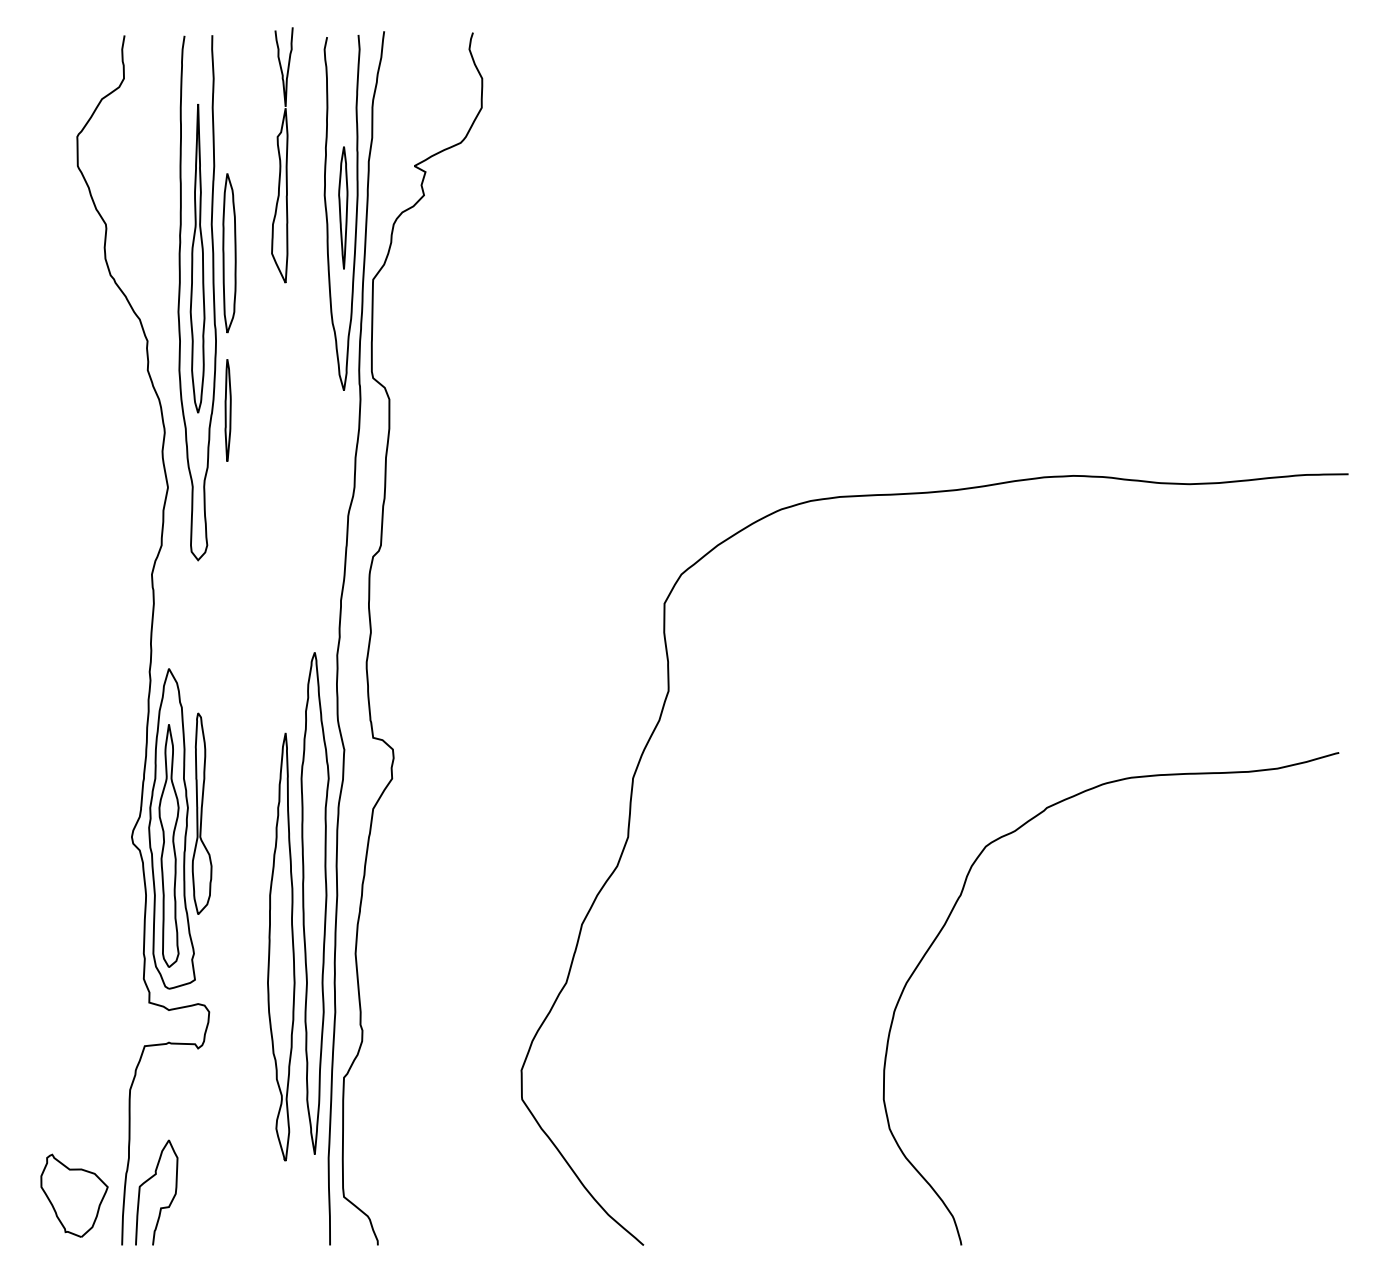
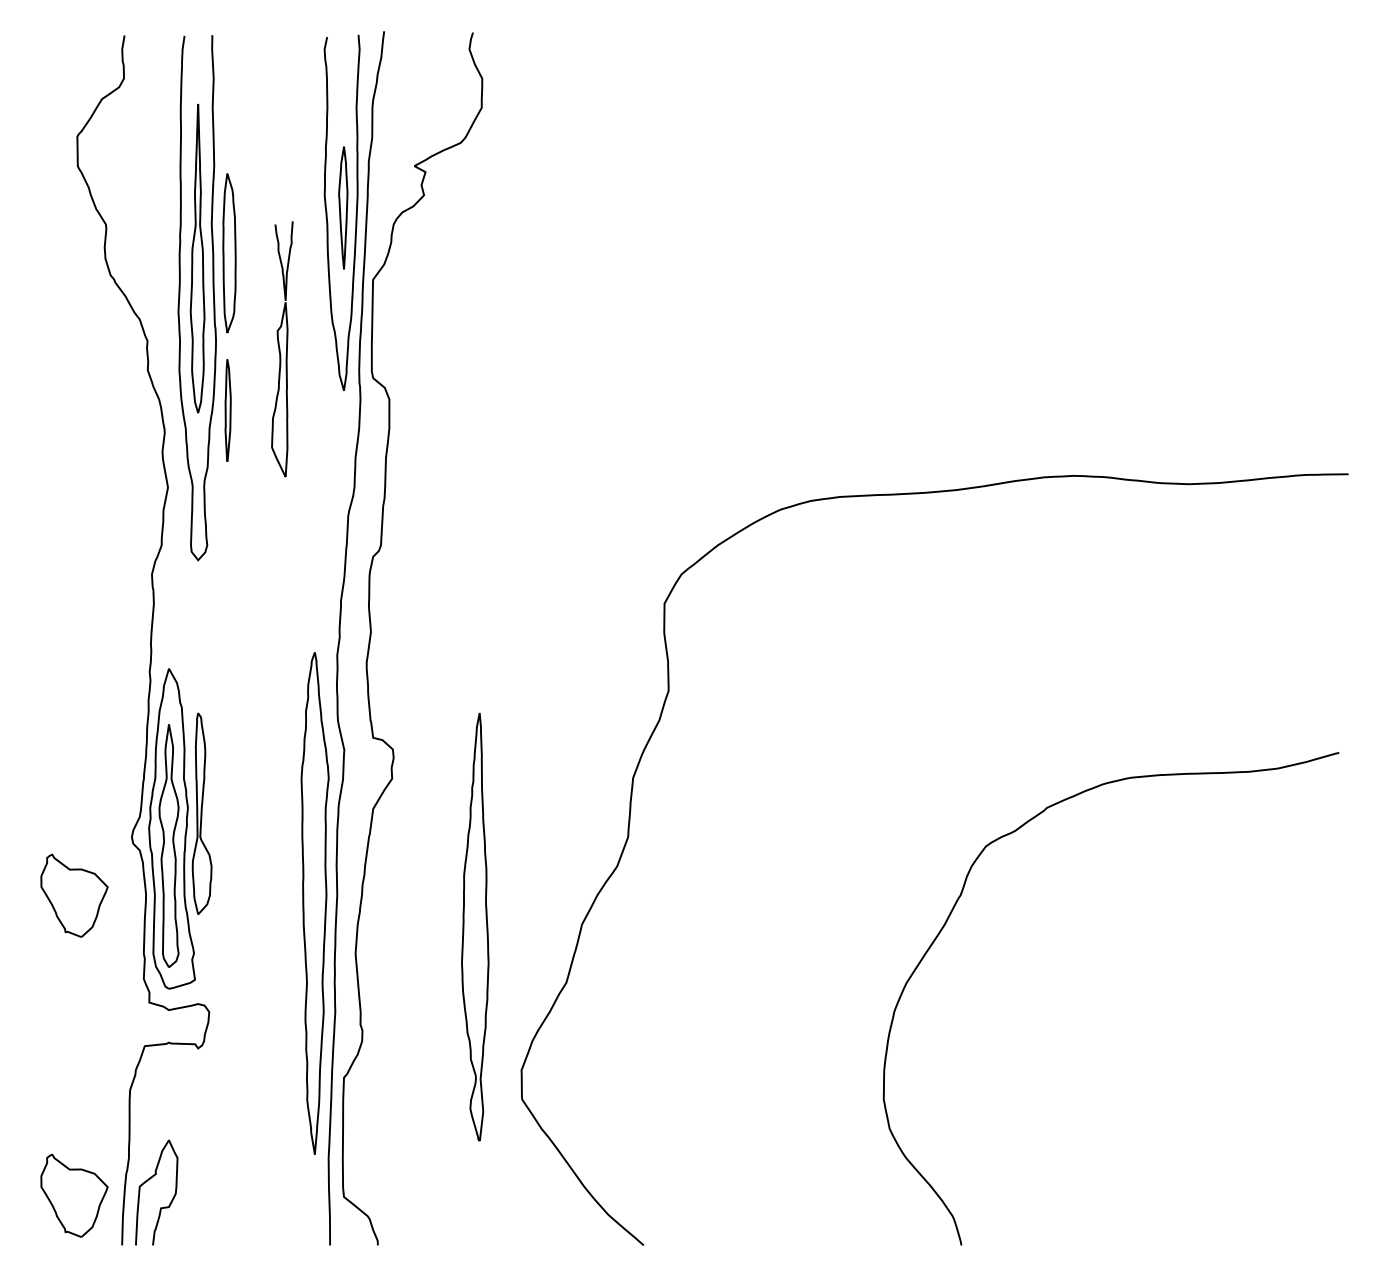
part at (282, 155) position: (282, 155) -> (282, 349)
part at (74, 895): none -> present
part at (281, 946) position: (281, 946) -> (475, 926)
